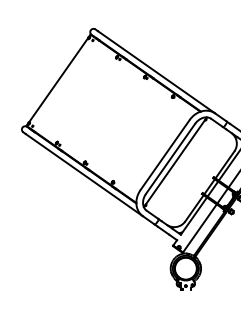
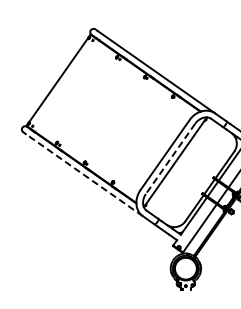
line at (170, 158): solid -> dashed
line at (84, 175): solid -> dashed
